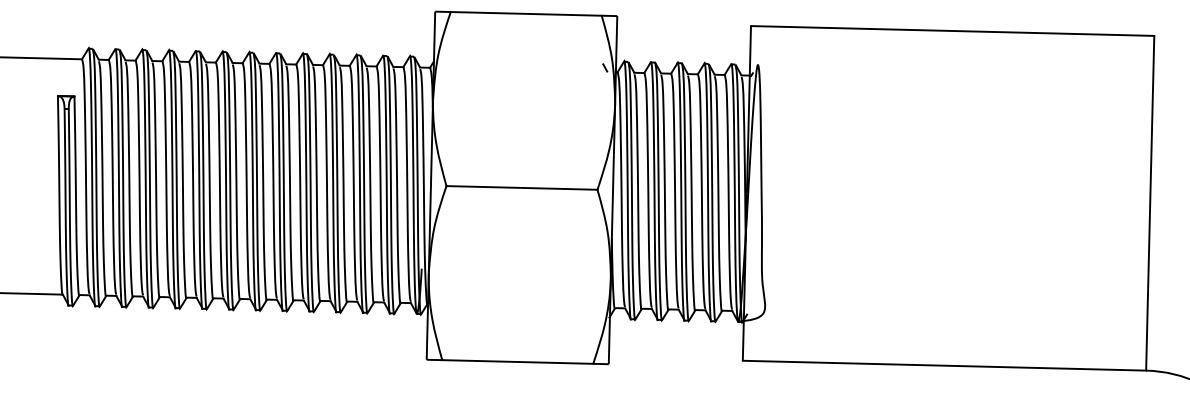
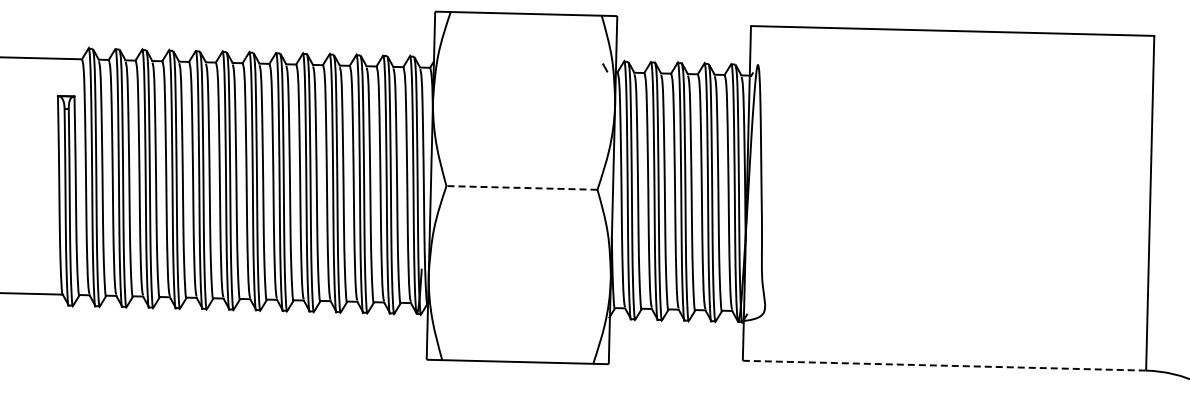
line at (521, 187): solid -> dashed
line at (944, 365): solid -> dashed
